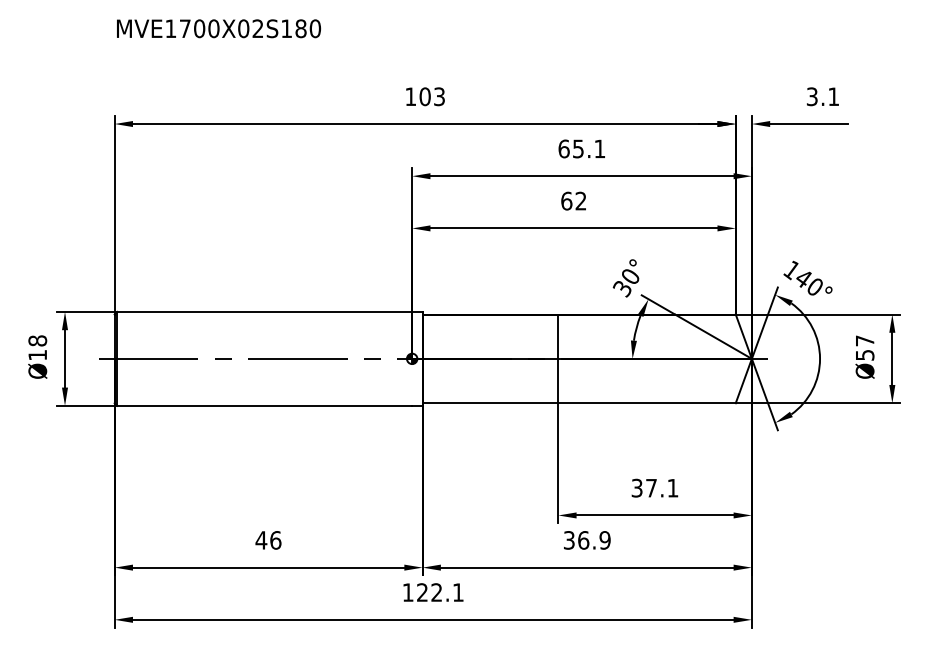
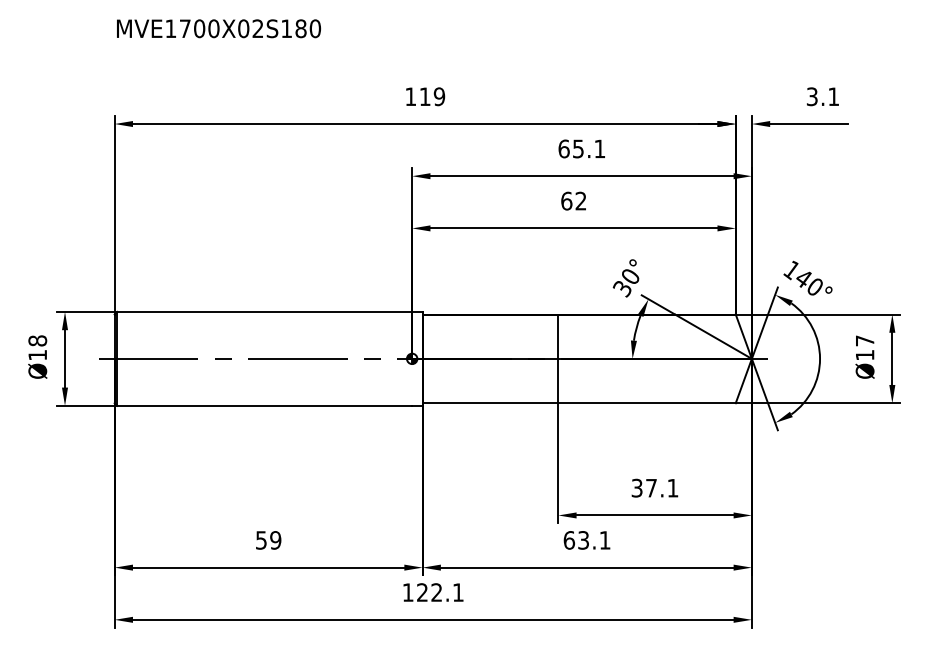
text at (432, 96): 103 -> 119
text at (865, 355): Ø57 -> Ø17
text at (268, 540): 46 -> 59
text at (586, 540): 36.9 -> 63.1
